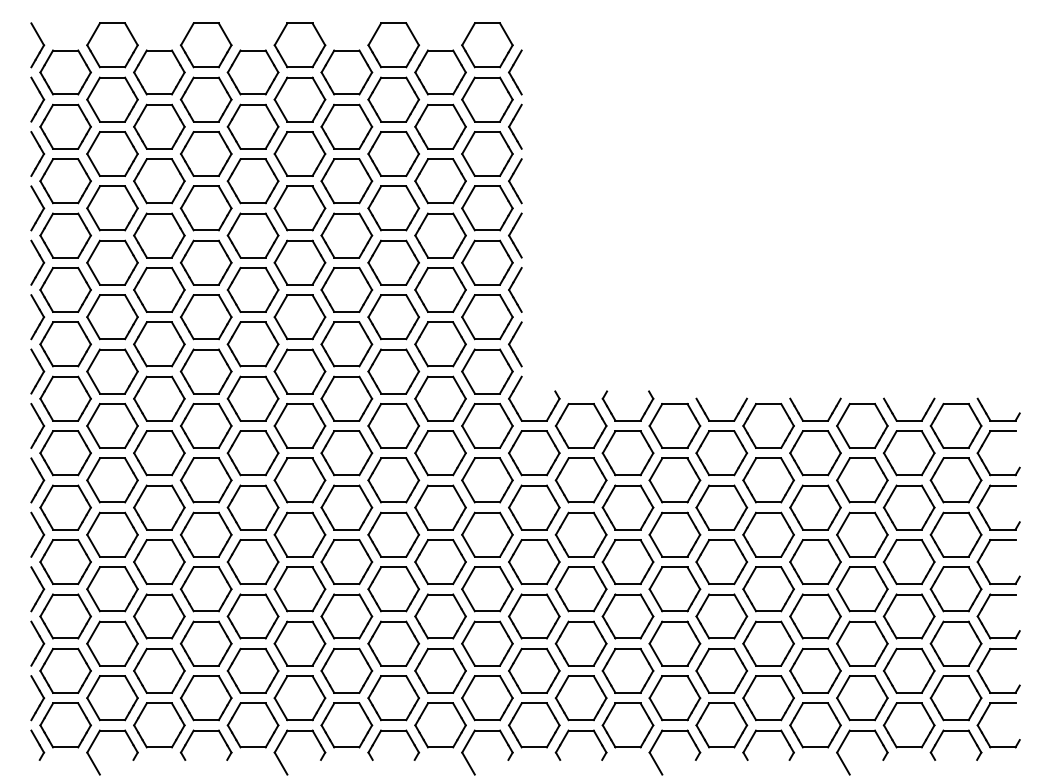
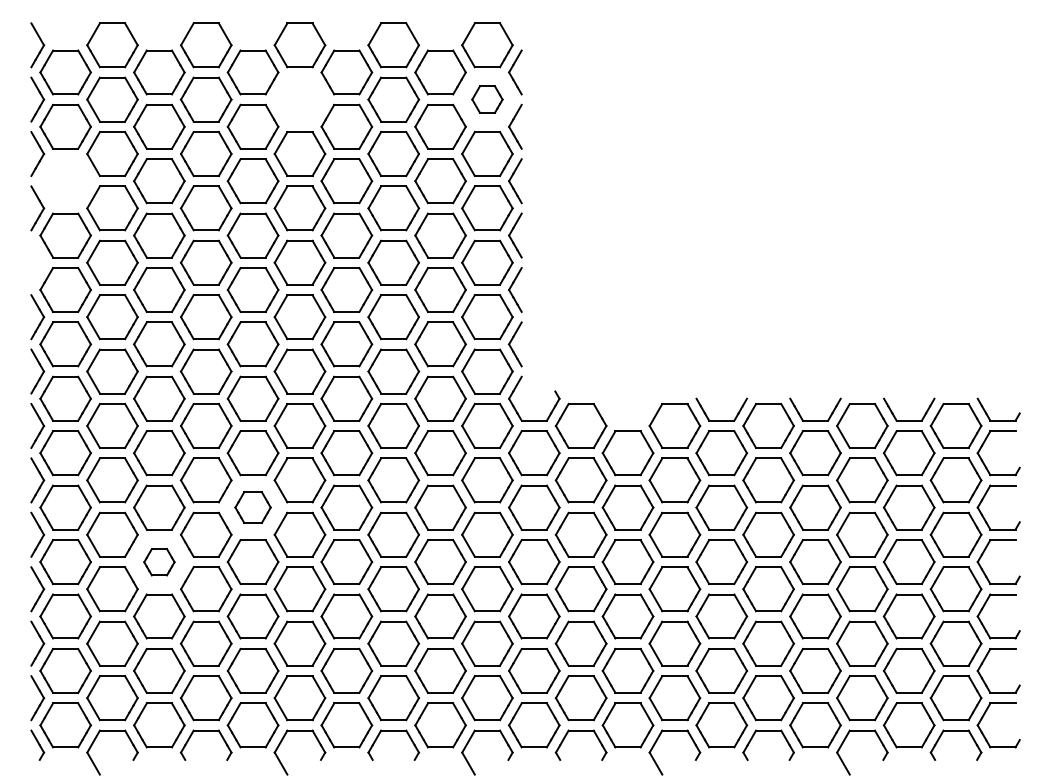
part at (299, 99): present -> none
part at (487, 99) size: 53x47 px -> 33x29 px
part at (65, 181): present -> none
part at (37, 262): present -> none
part at (627, 420): present -> none
part at (252, 507) size: 54x47 px -> 38x33 px
part at (159, 562) size: 53x47 px -> 33x29 px
